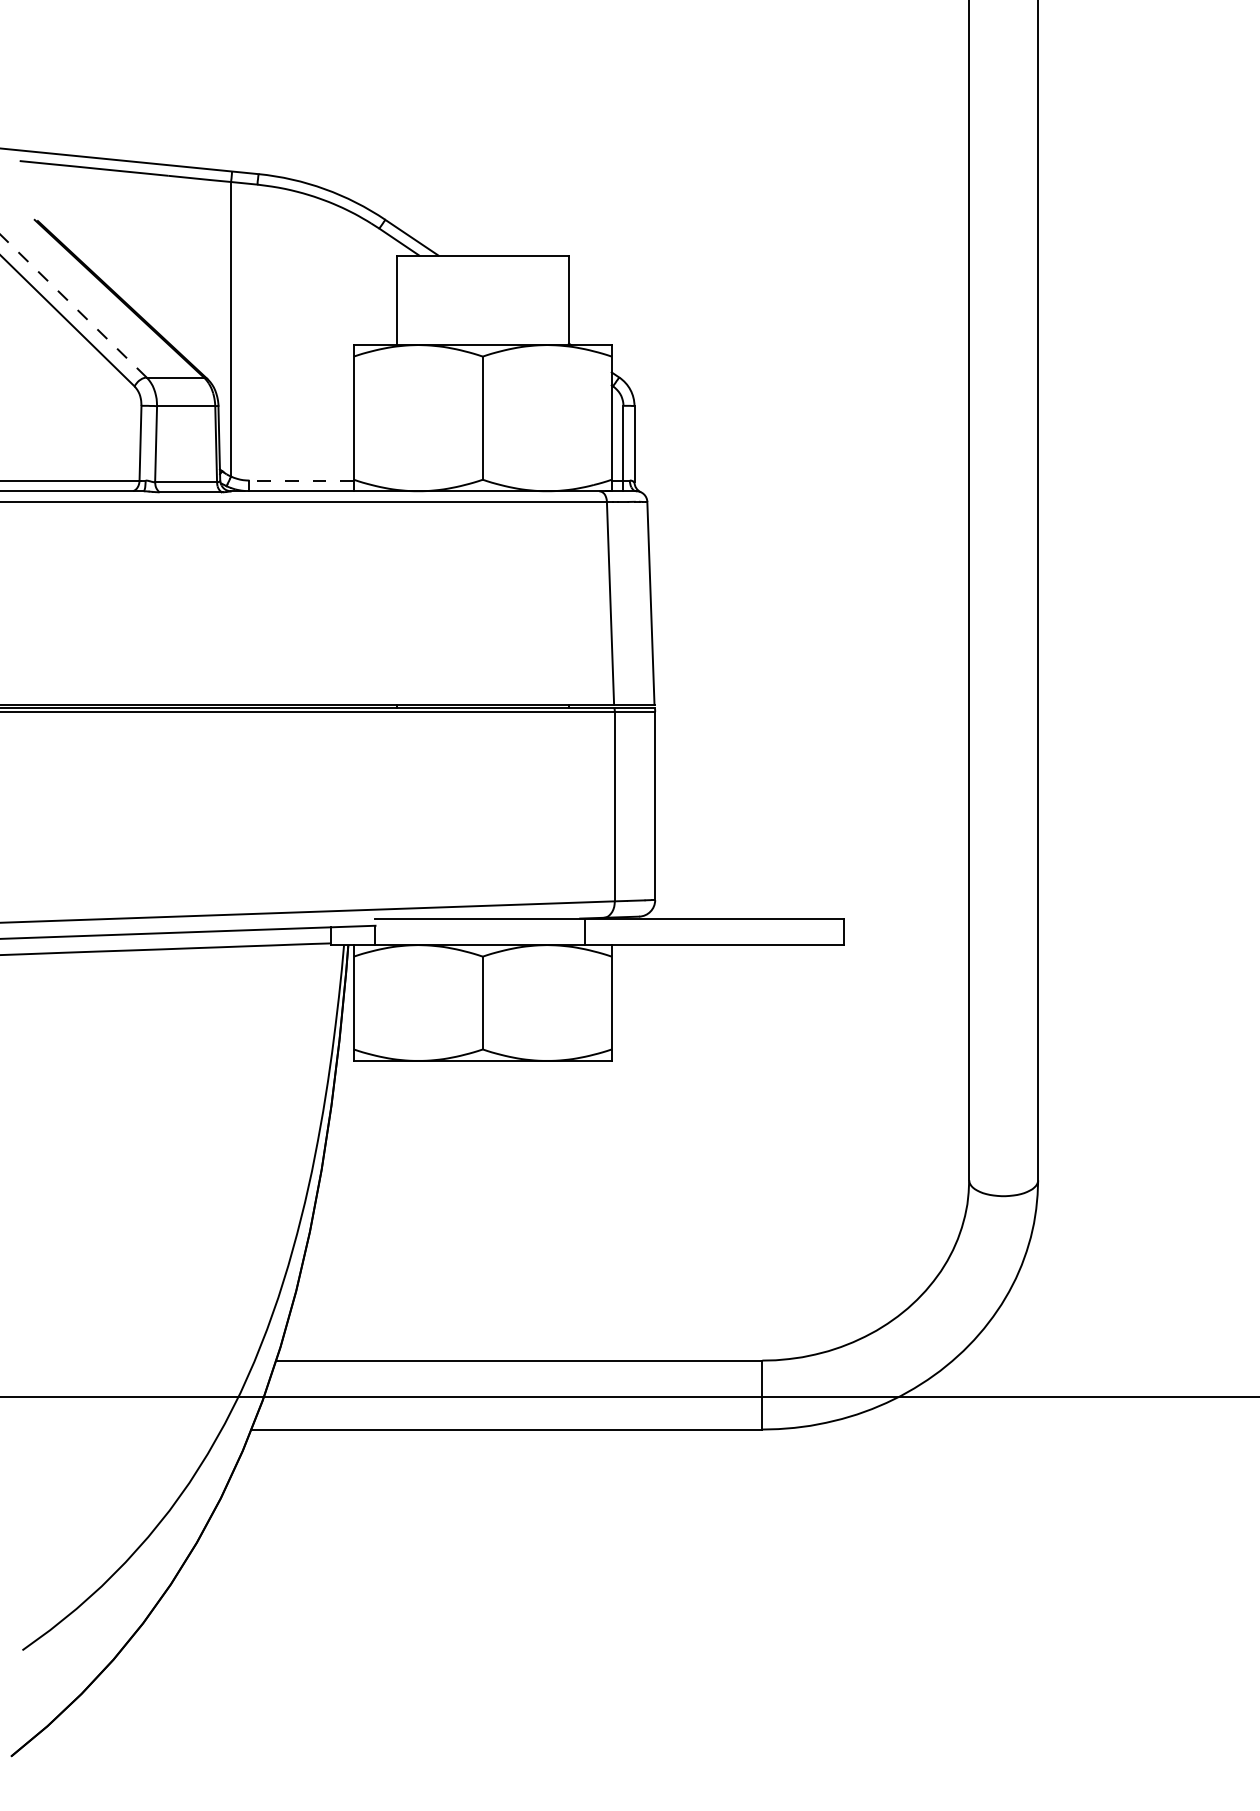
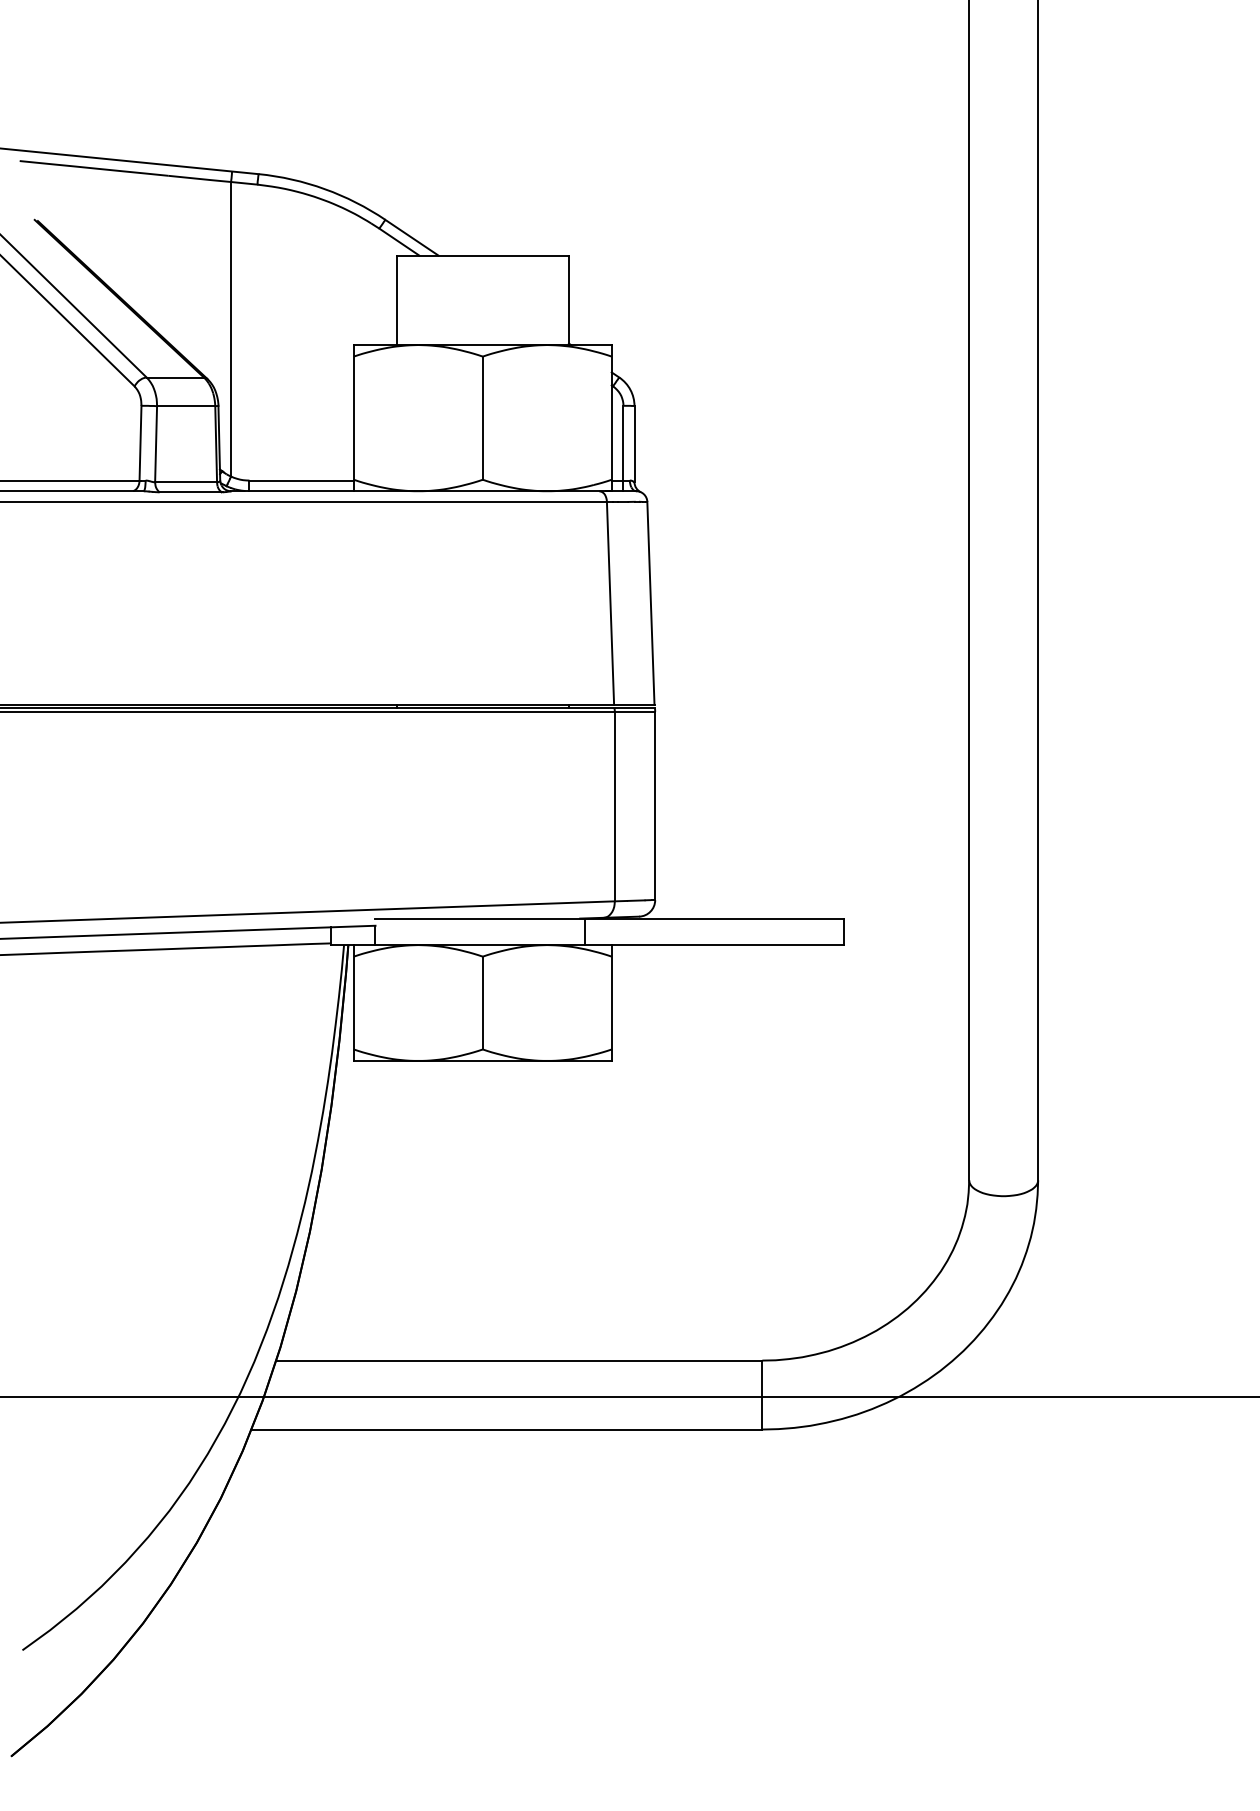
line at (73, 305): dashed -> solid
line at (301, 480): dashed -> solid
